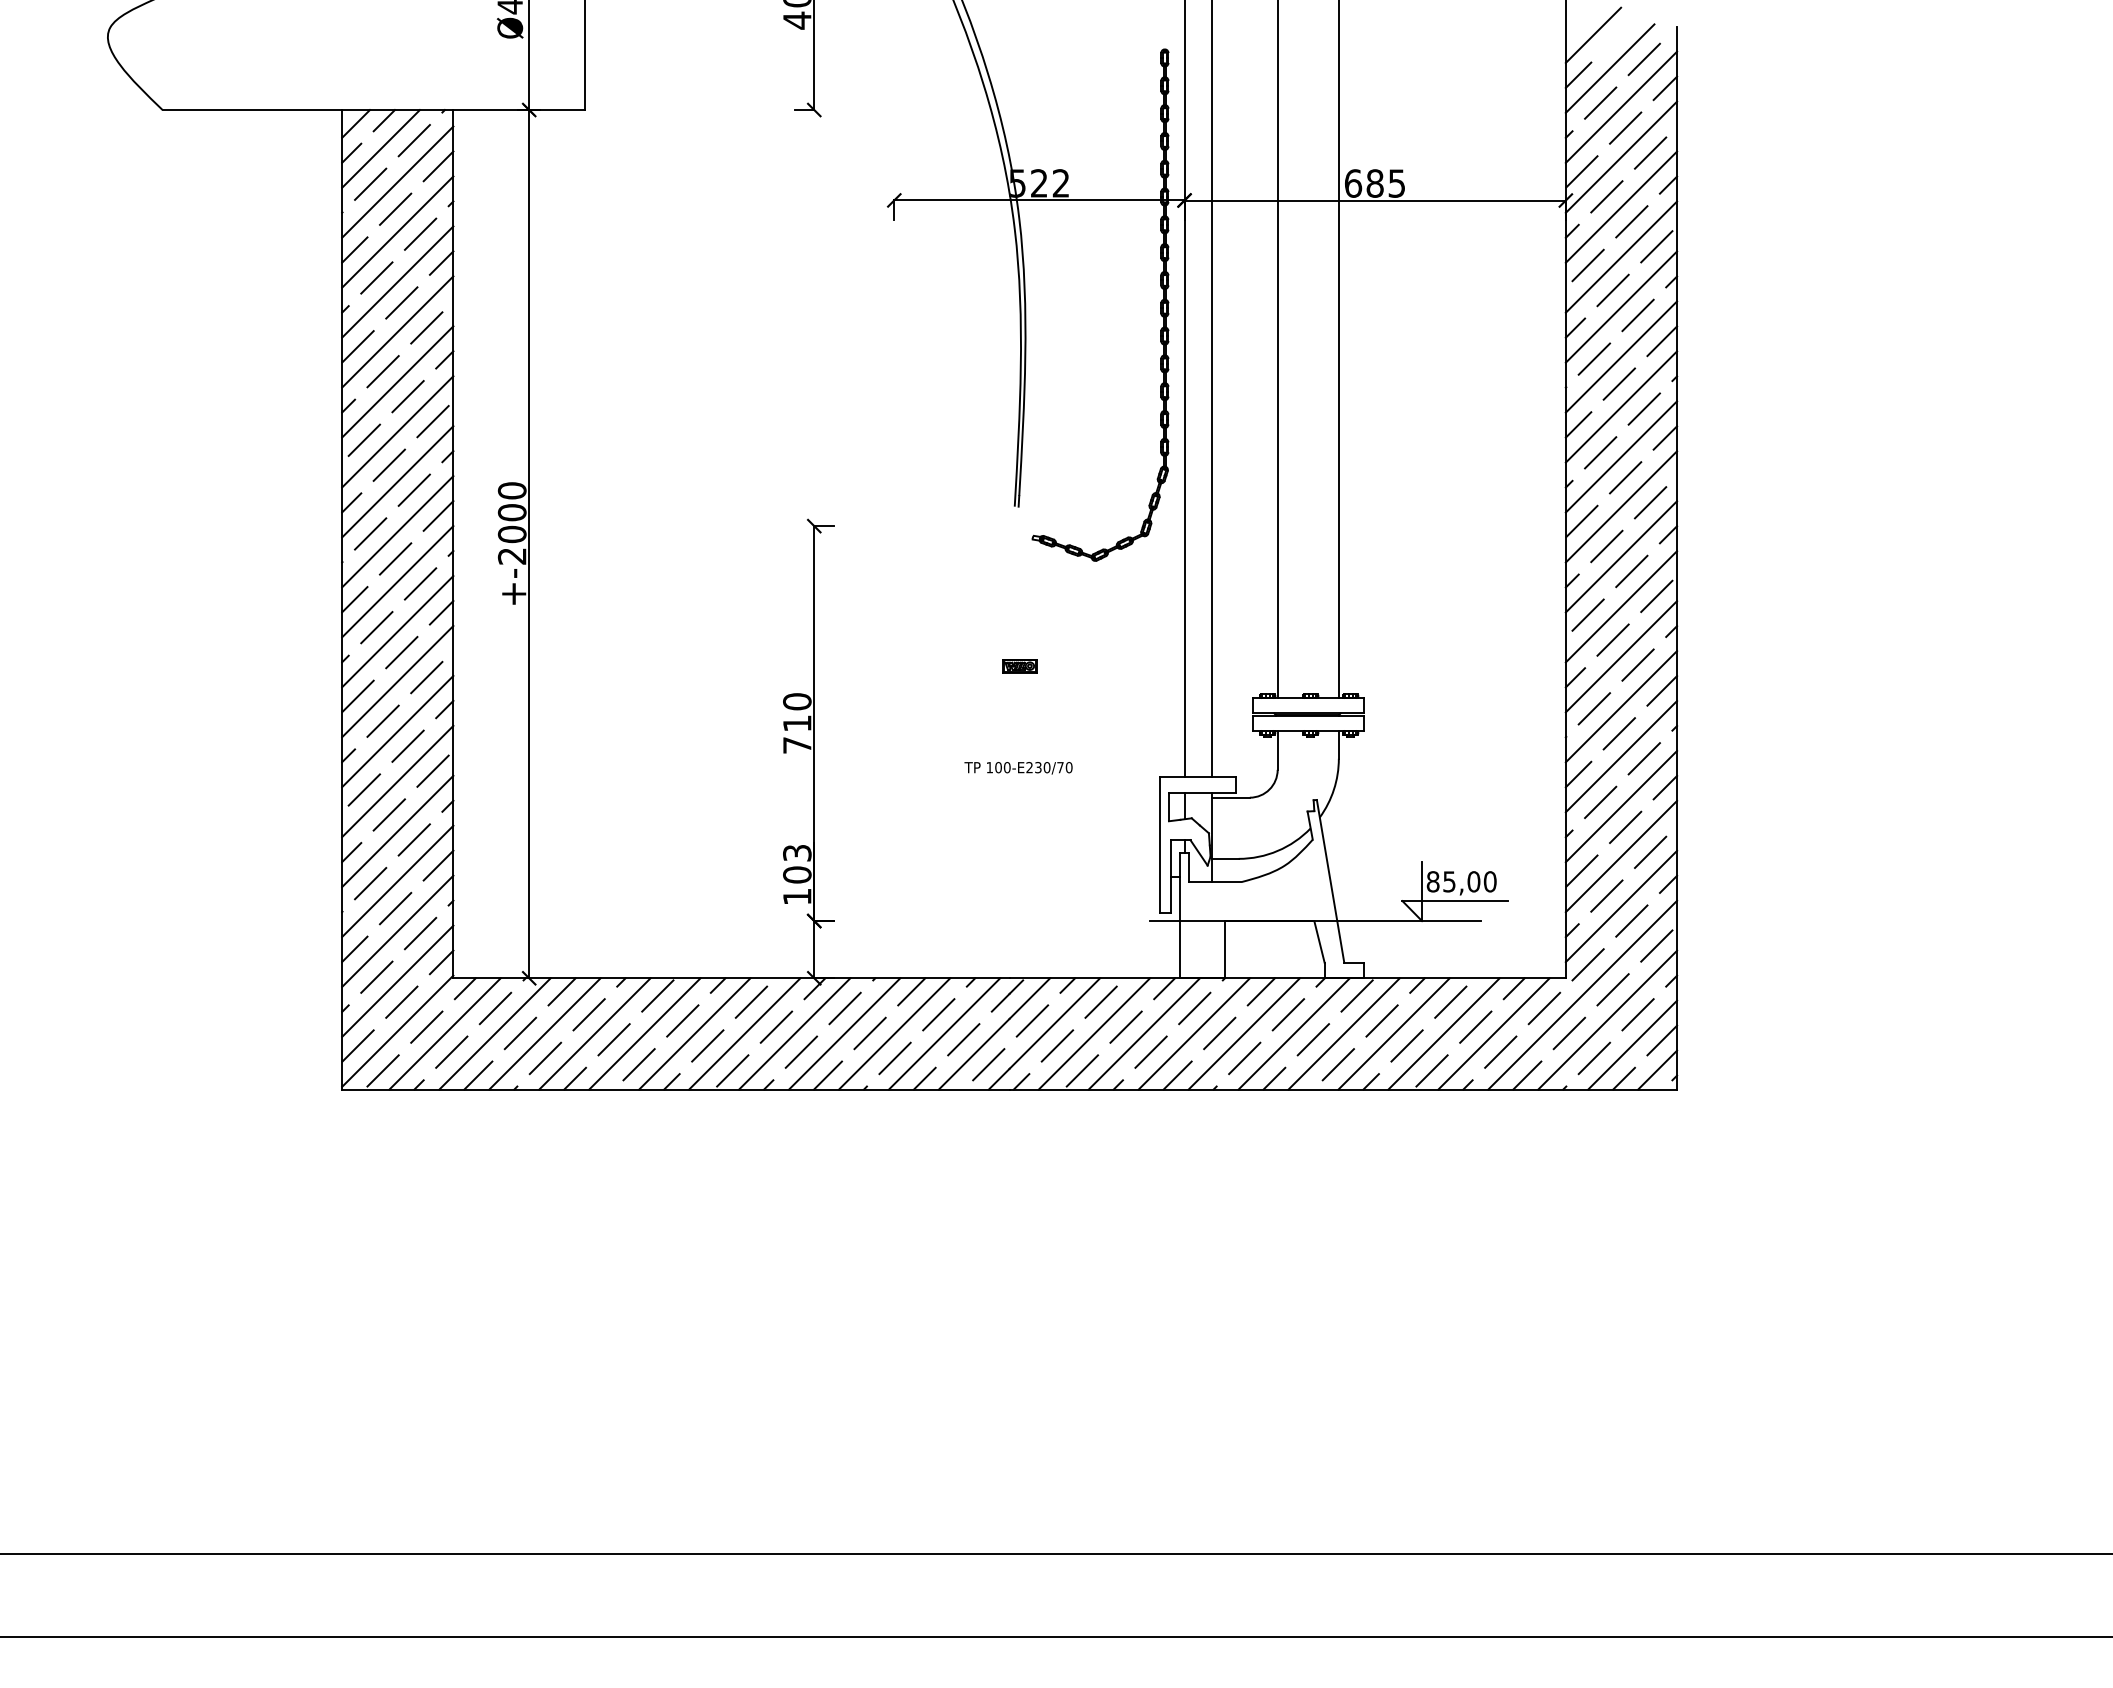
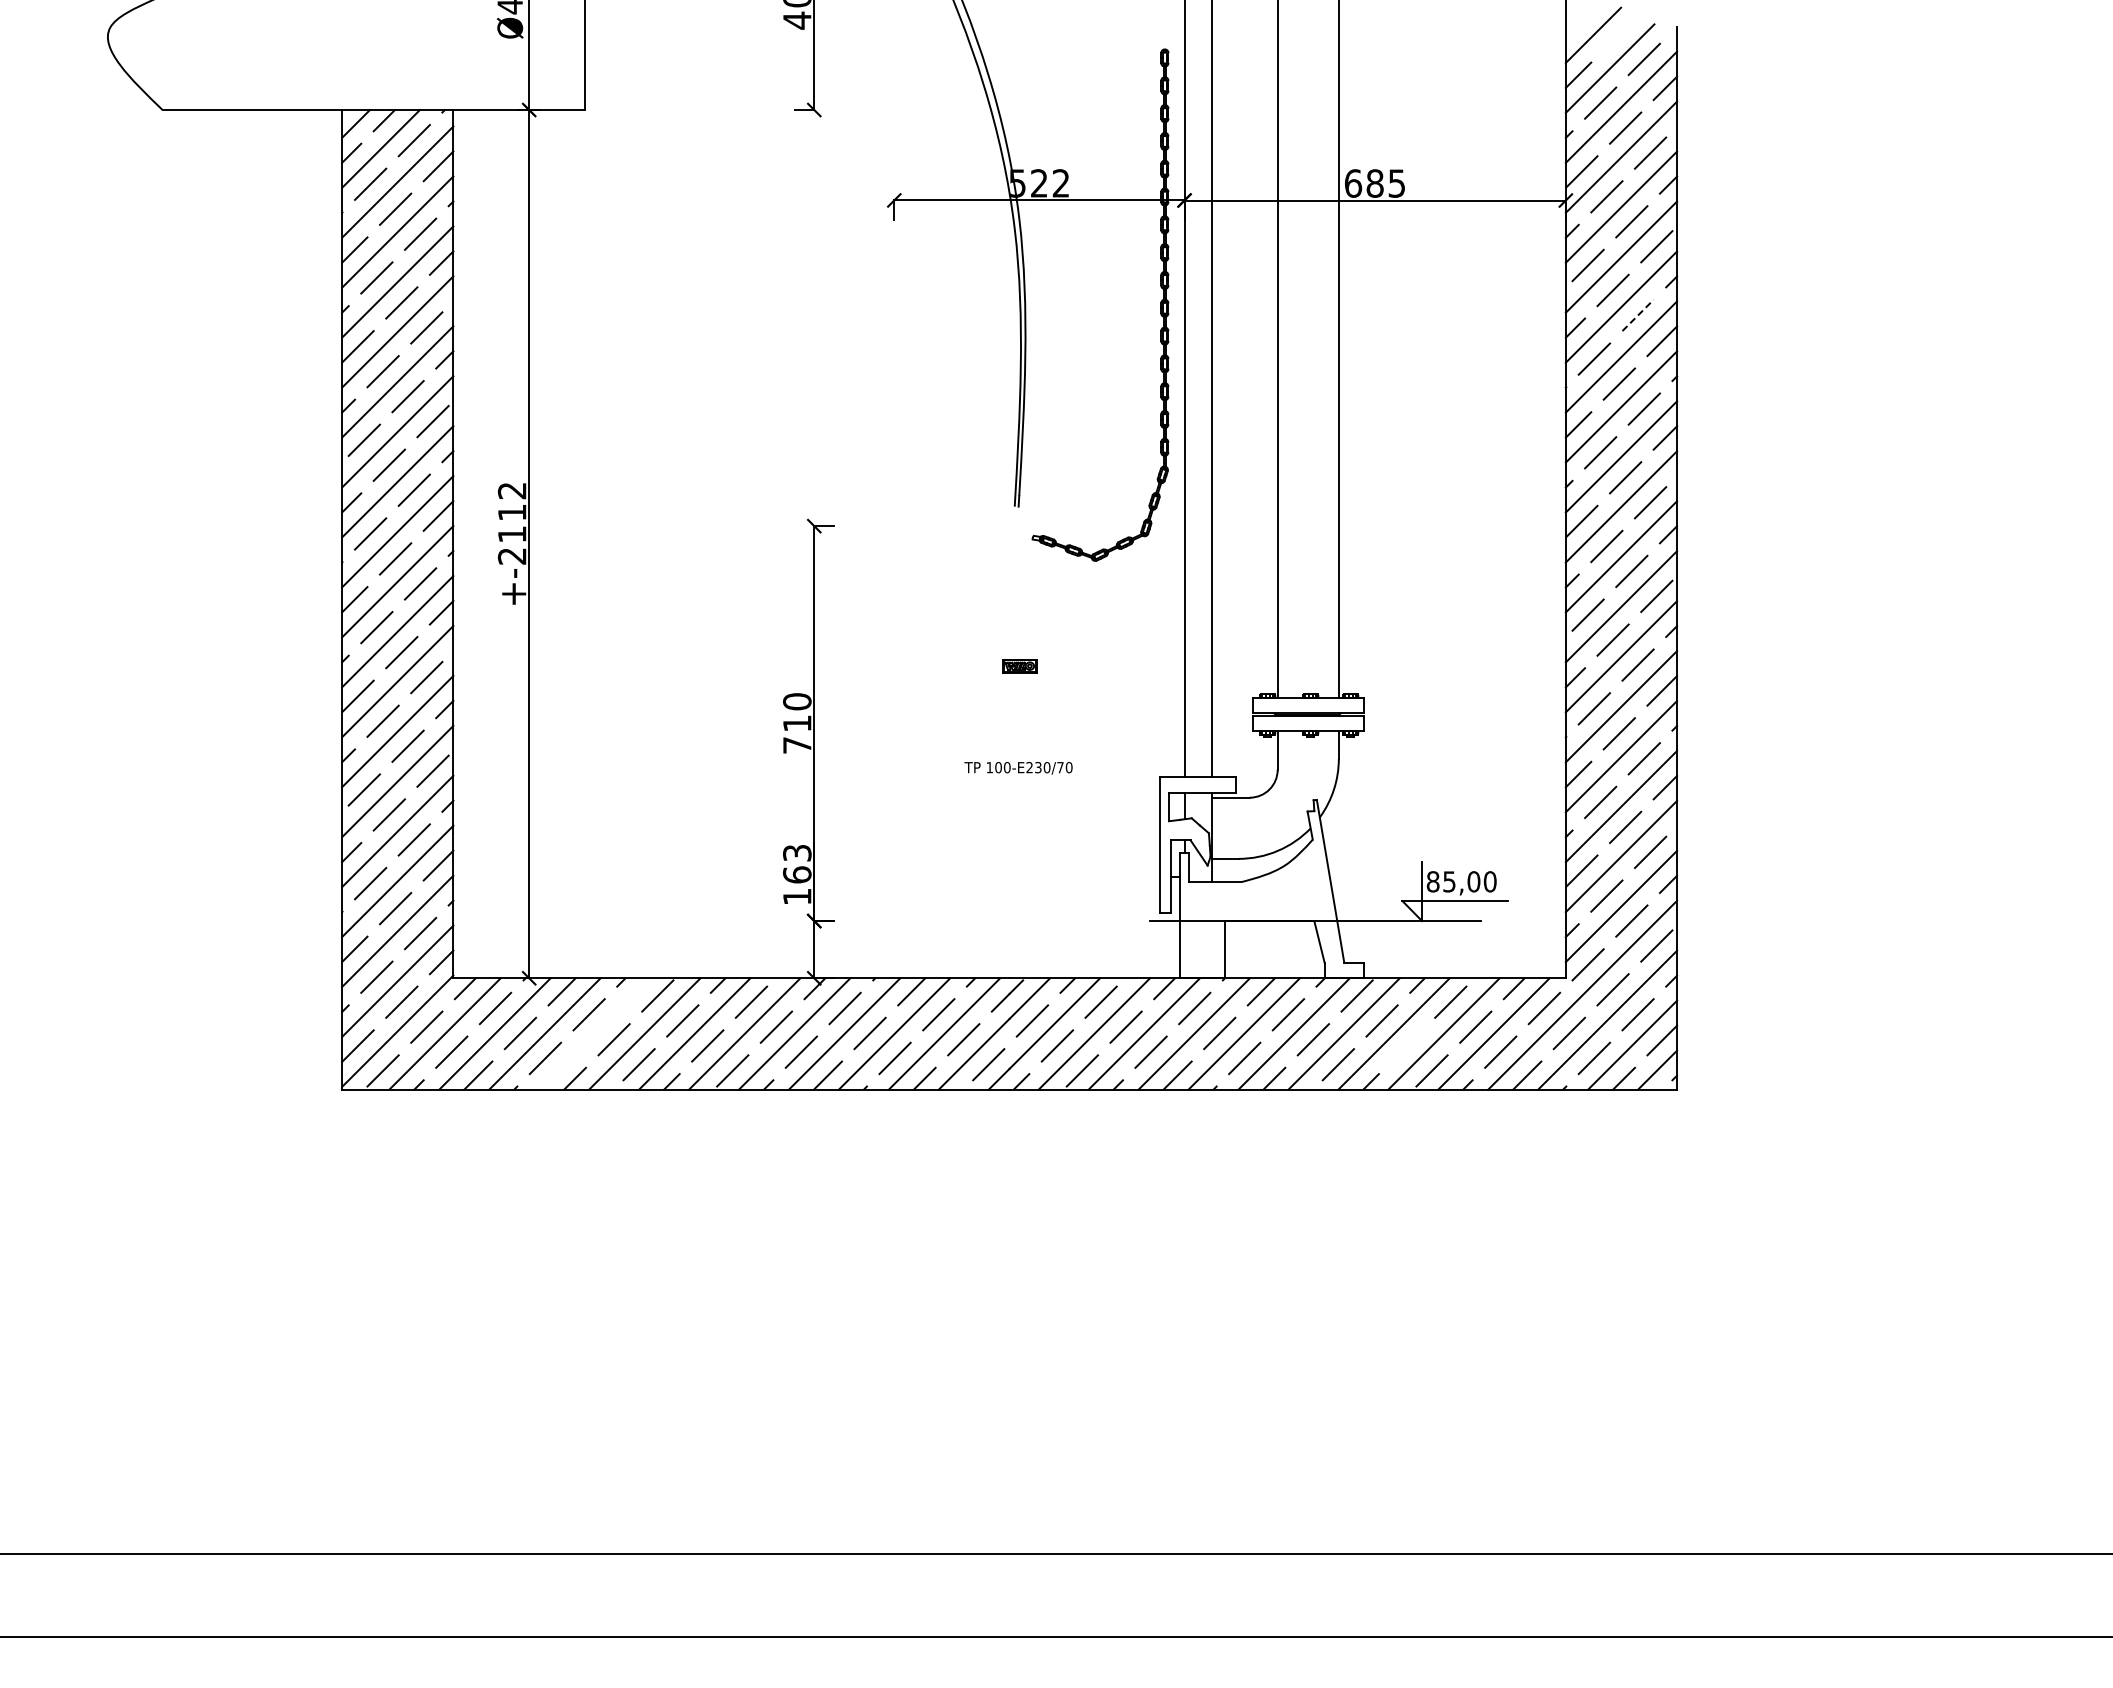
line at (1638, 315): solid -> dashed
text at (511, 512): +-2000 -> +-2112
text at (797, 874): 103 -> 163
line at (594, 1033): present -> none
line at (1406, 1045): present -> none
